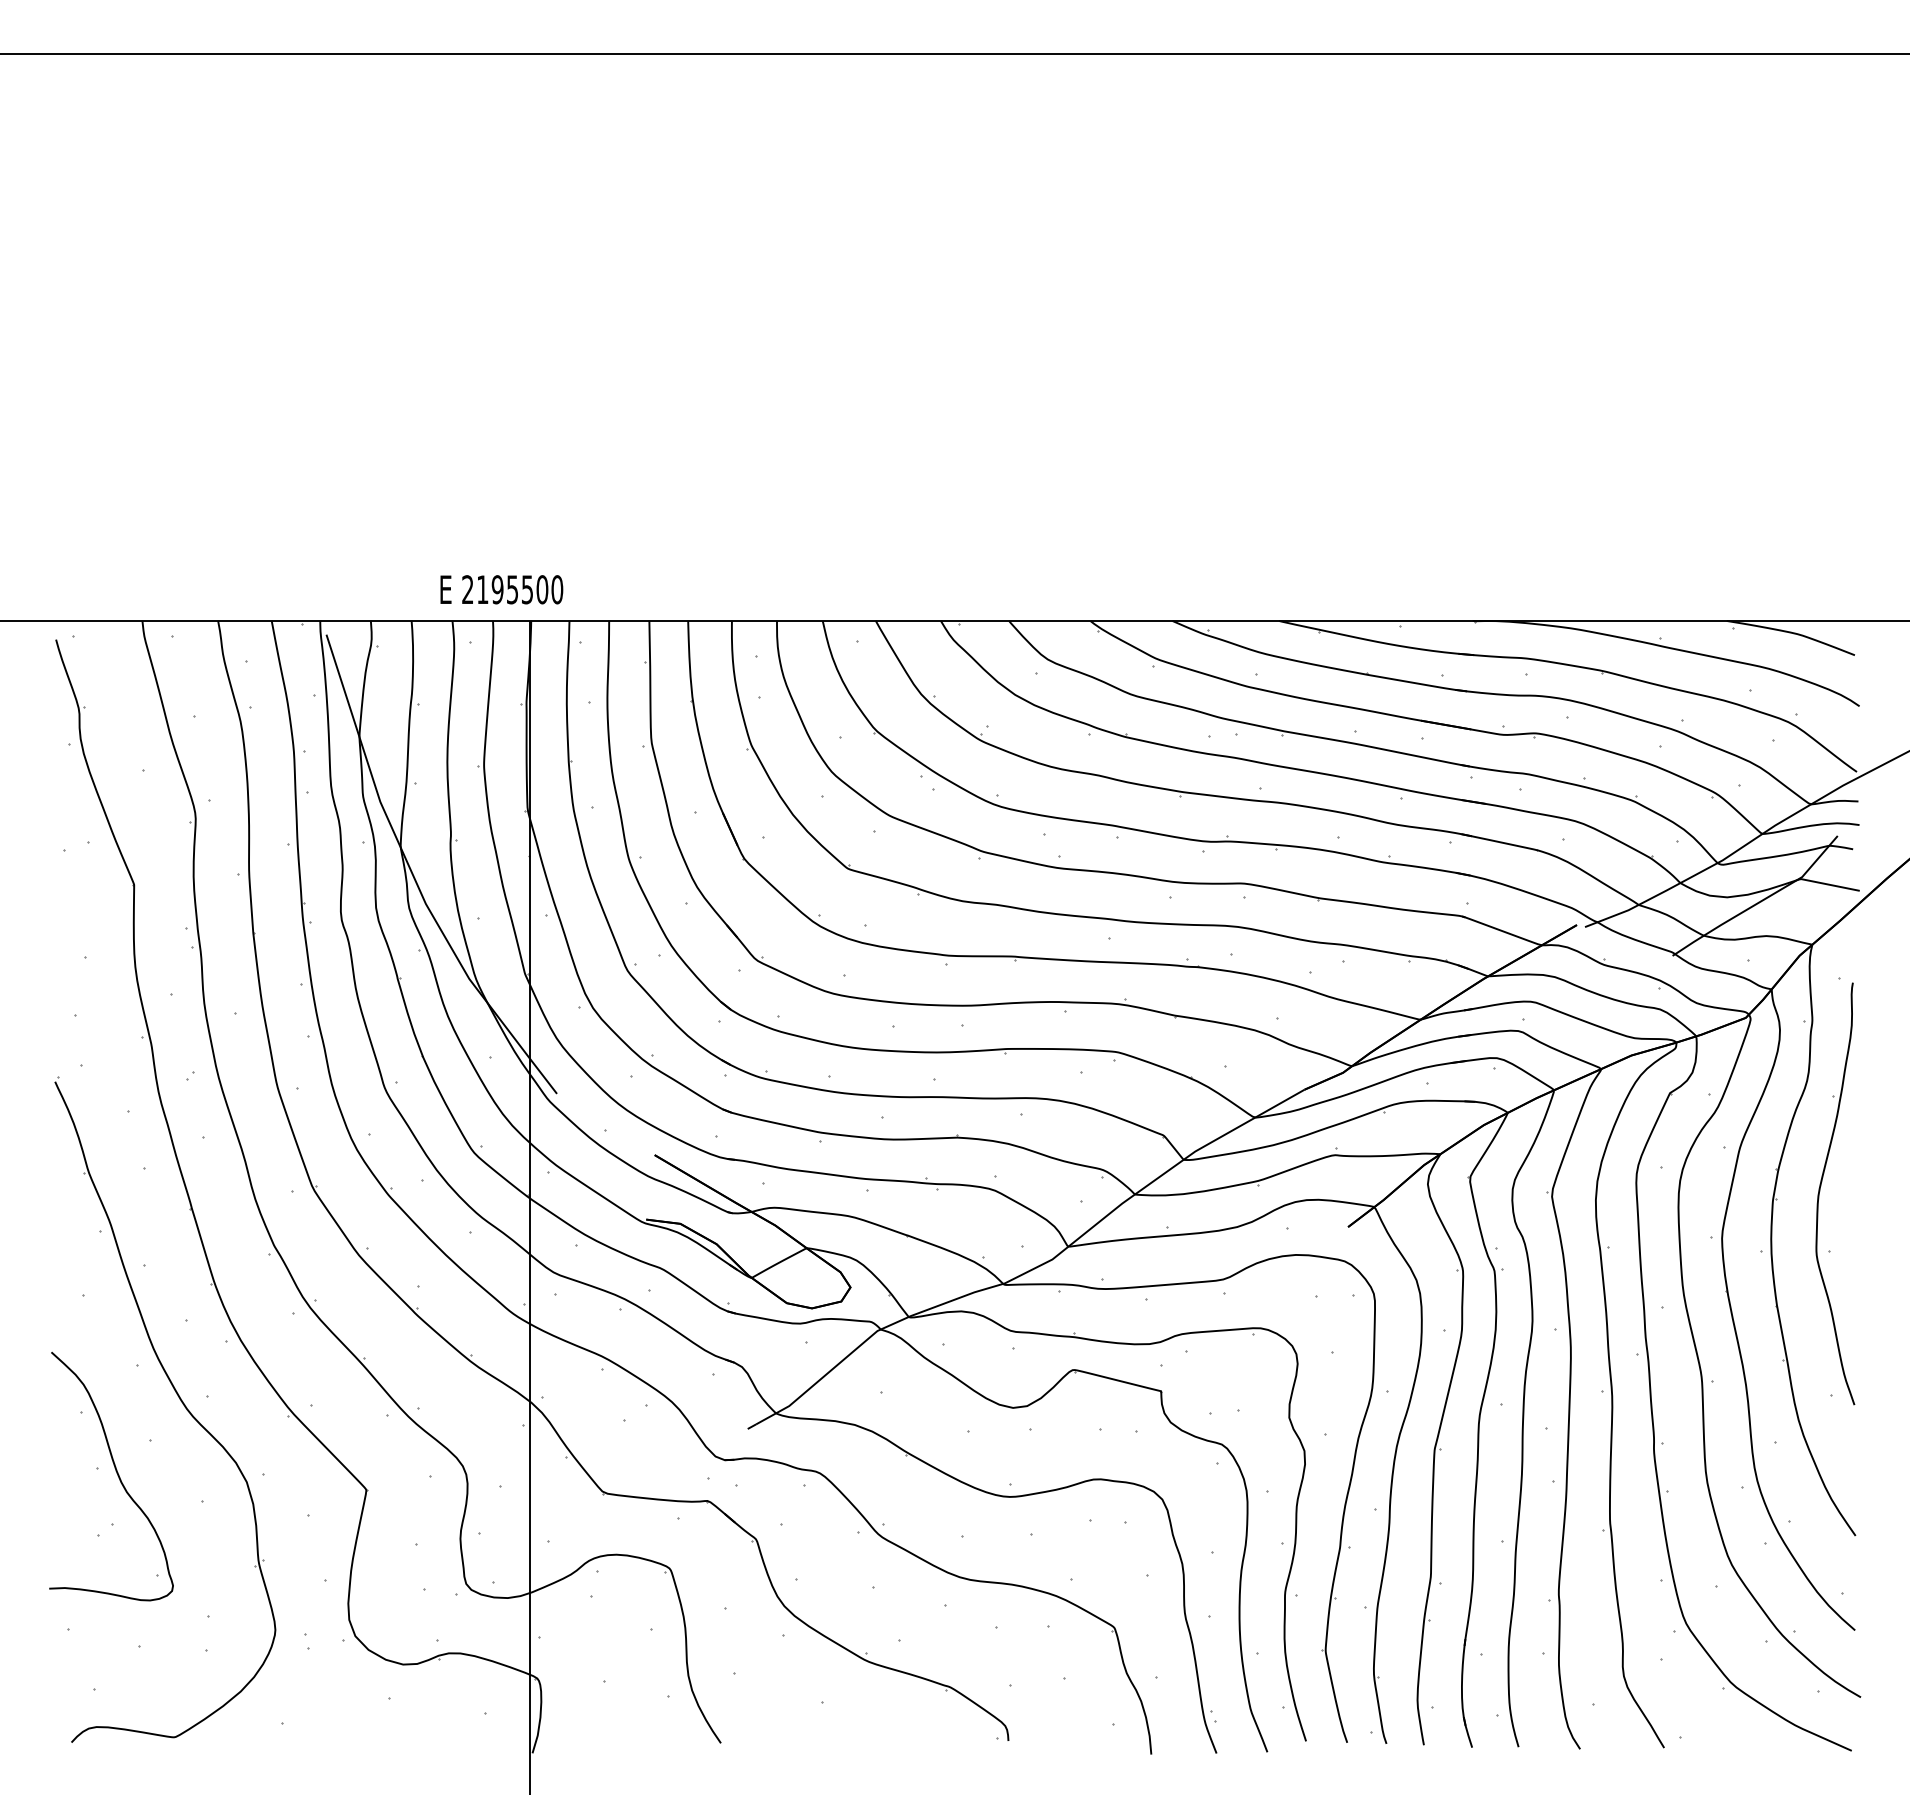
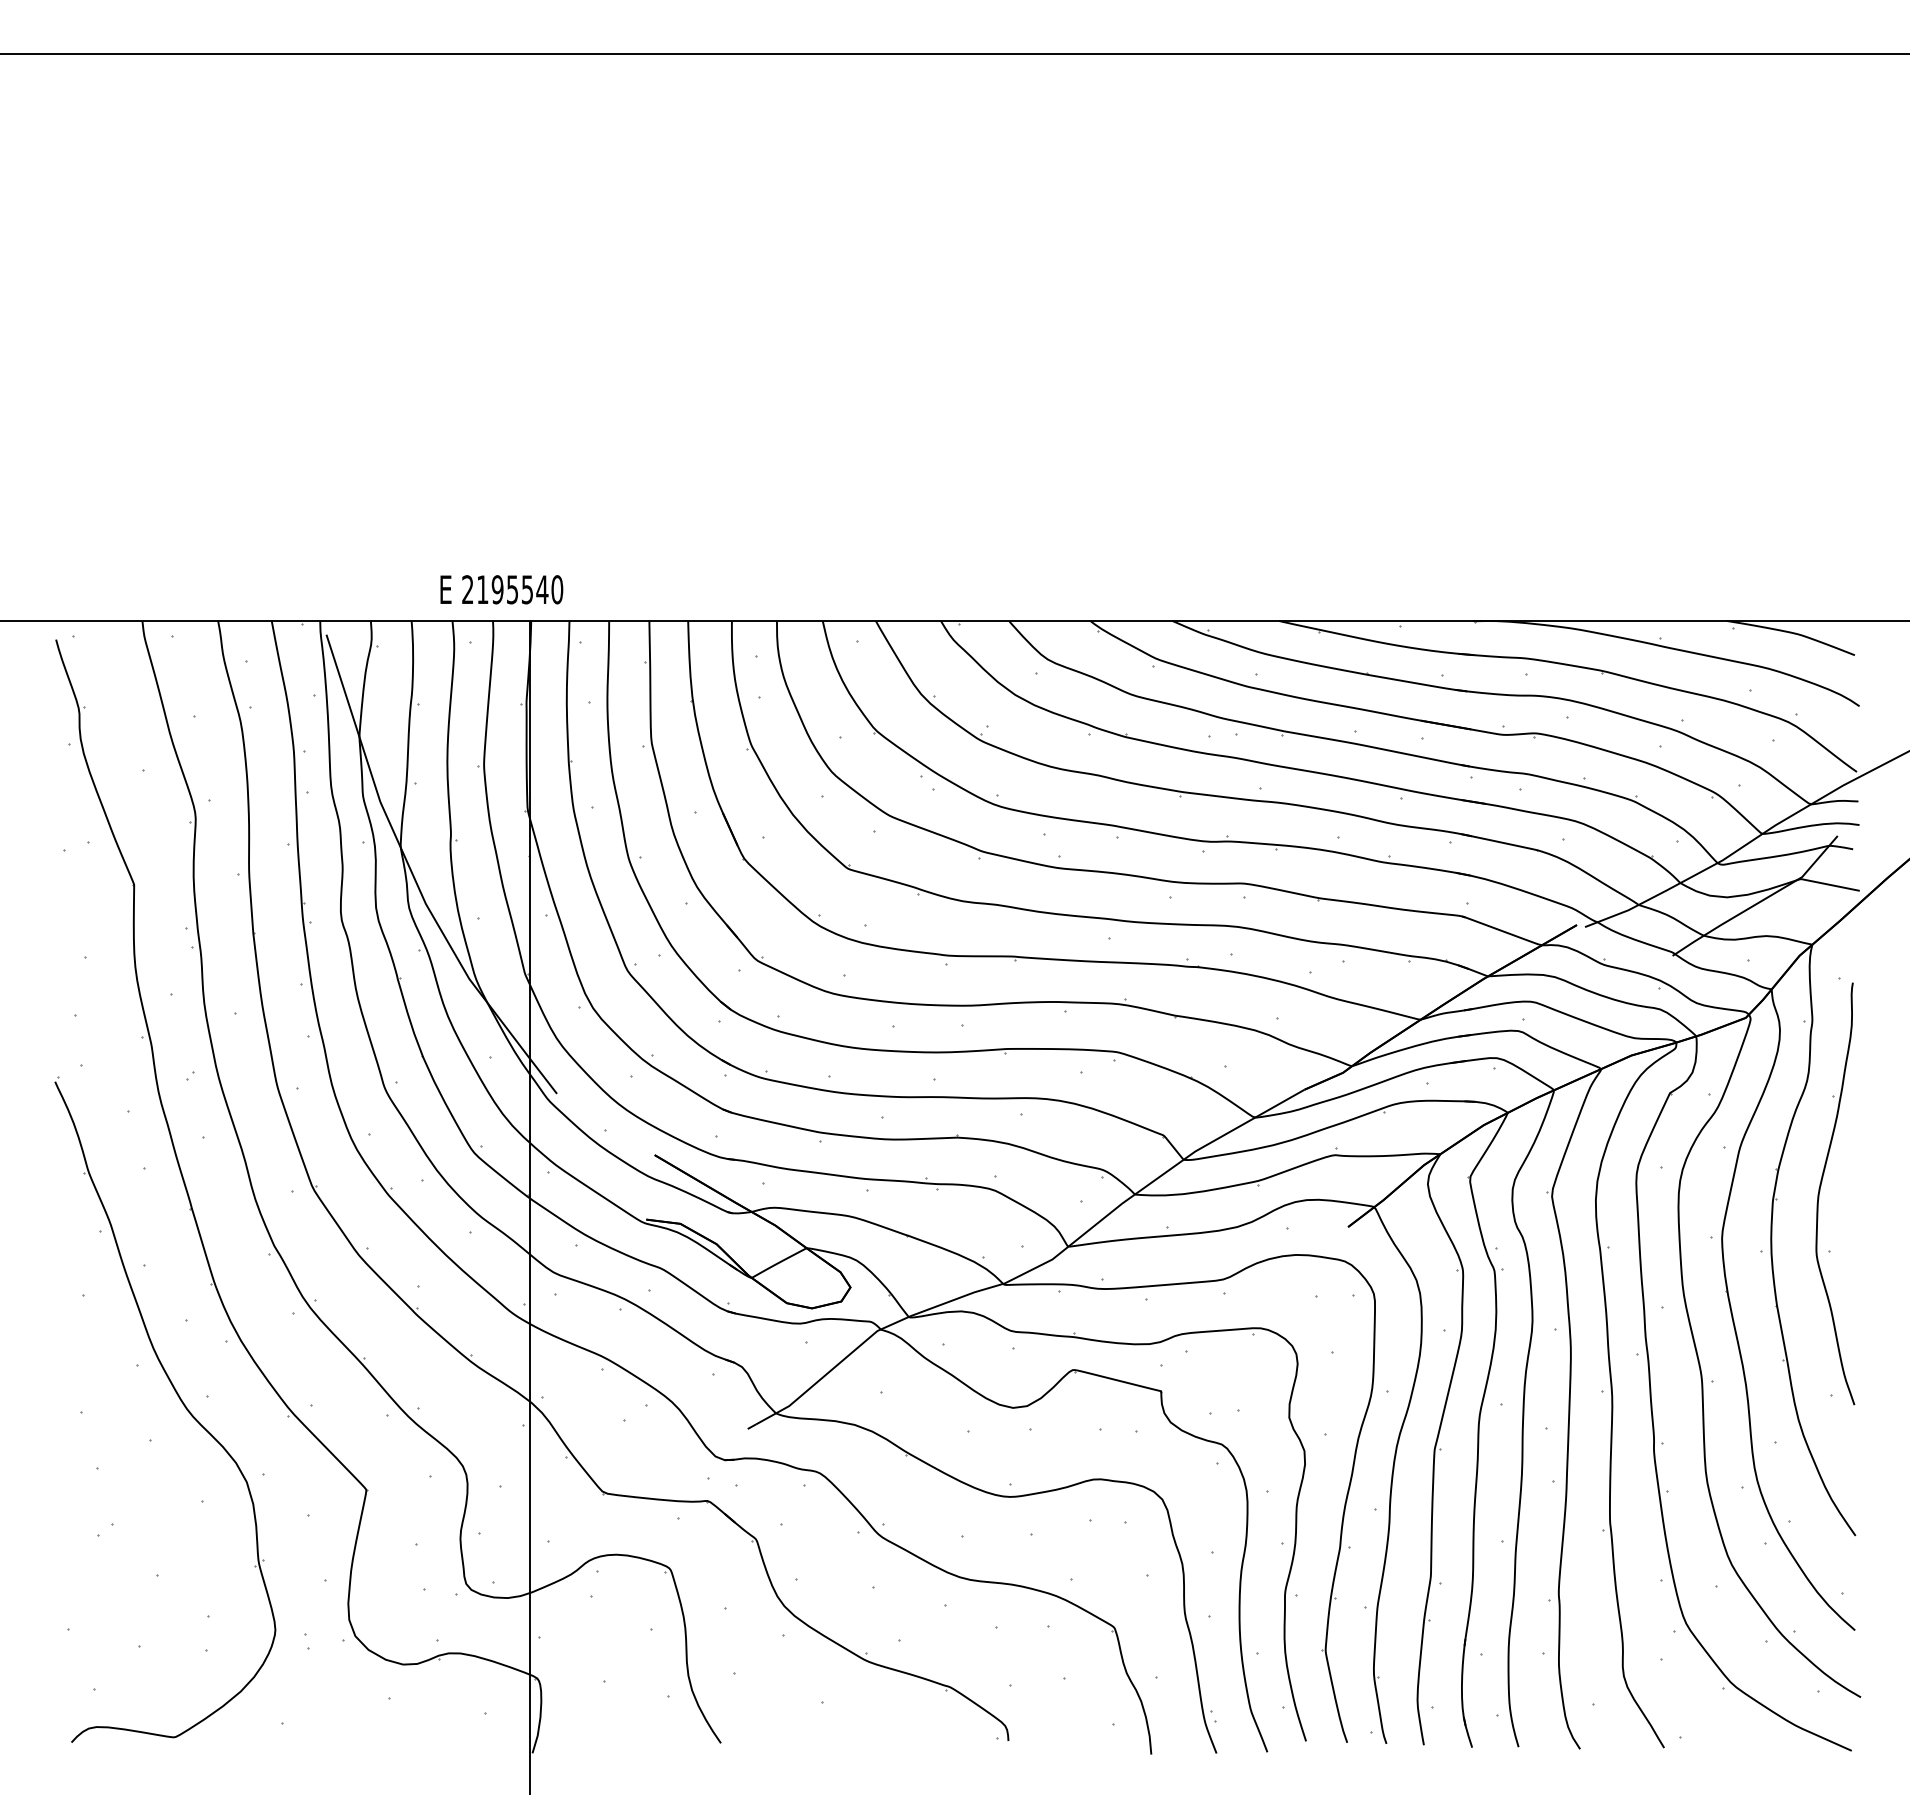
text at (542, 589): 2195500 -> 2195540
curve at (116, 1473): present -> none
